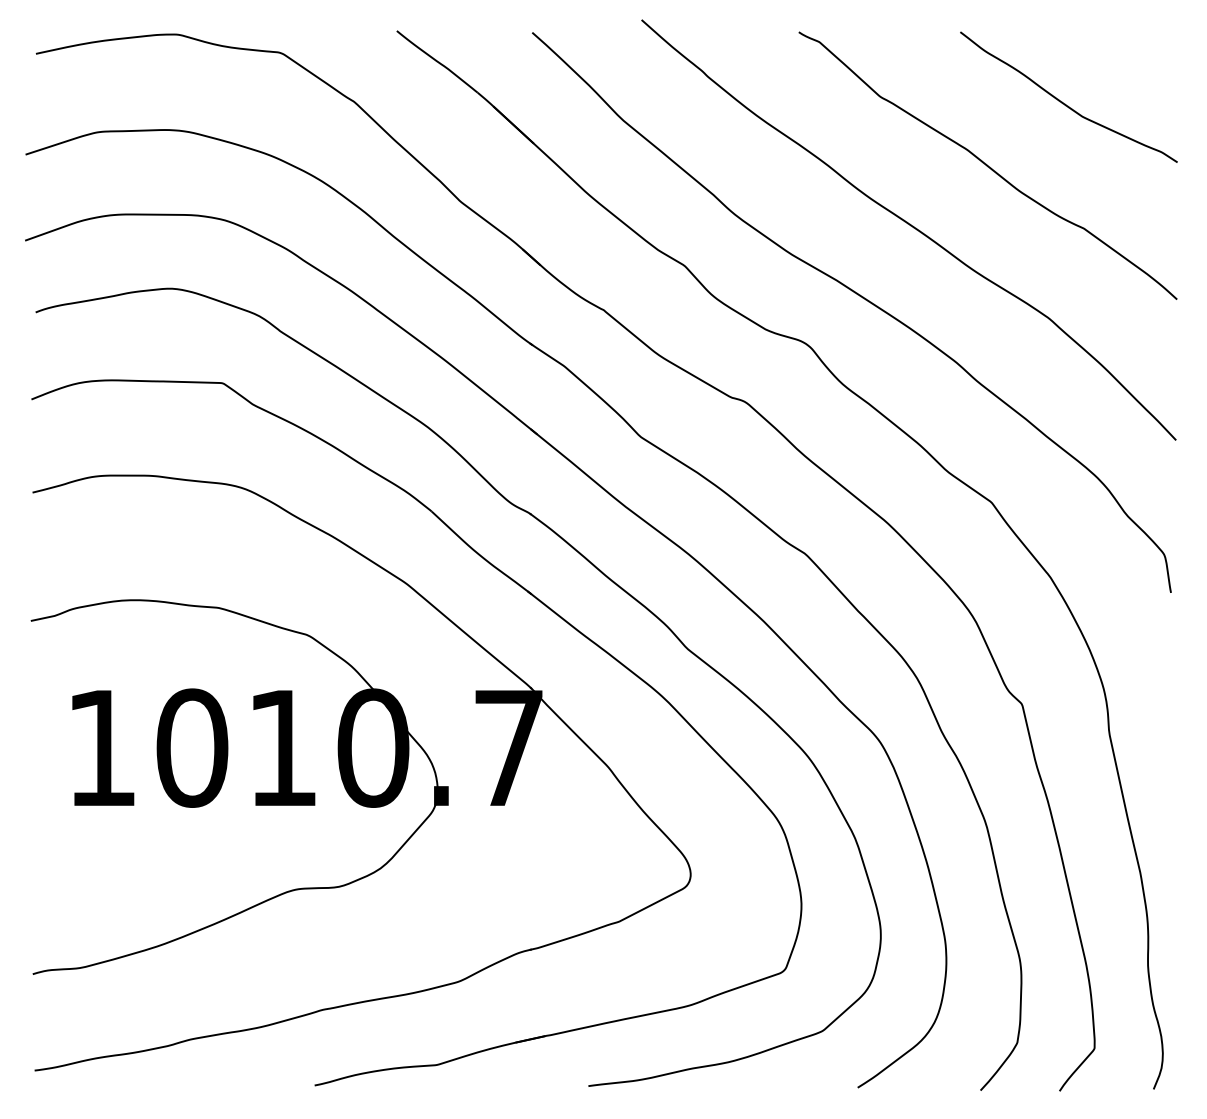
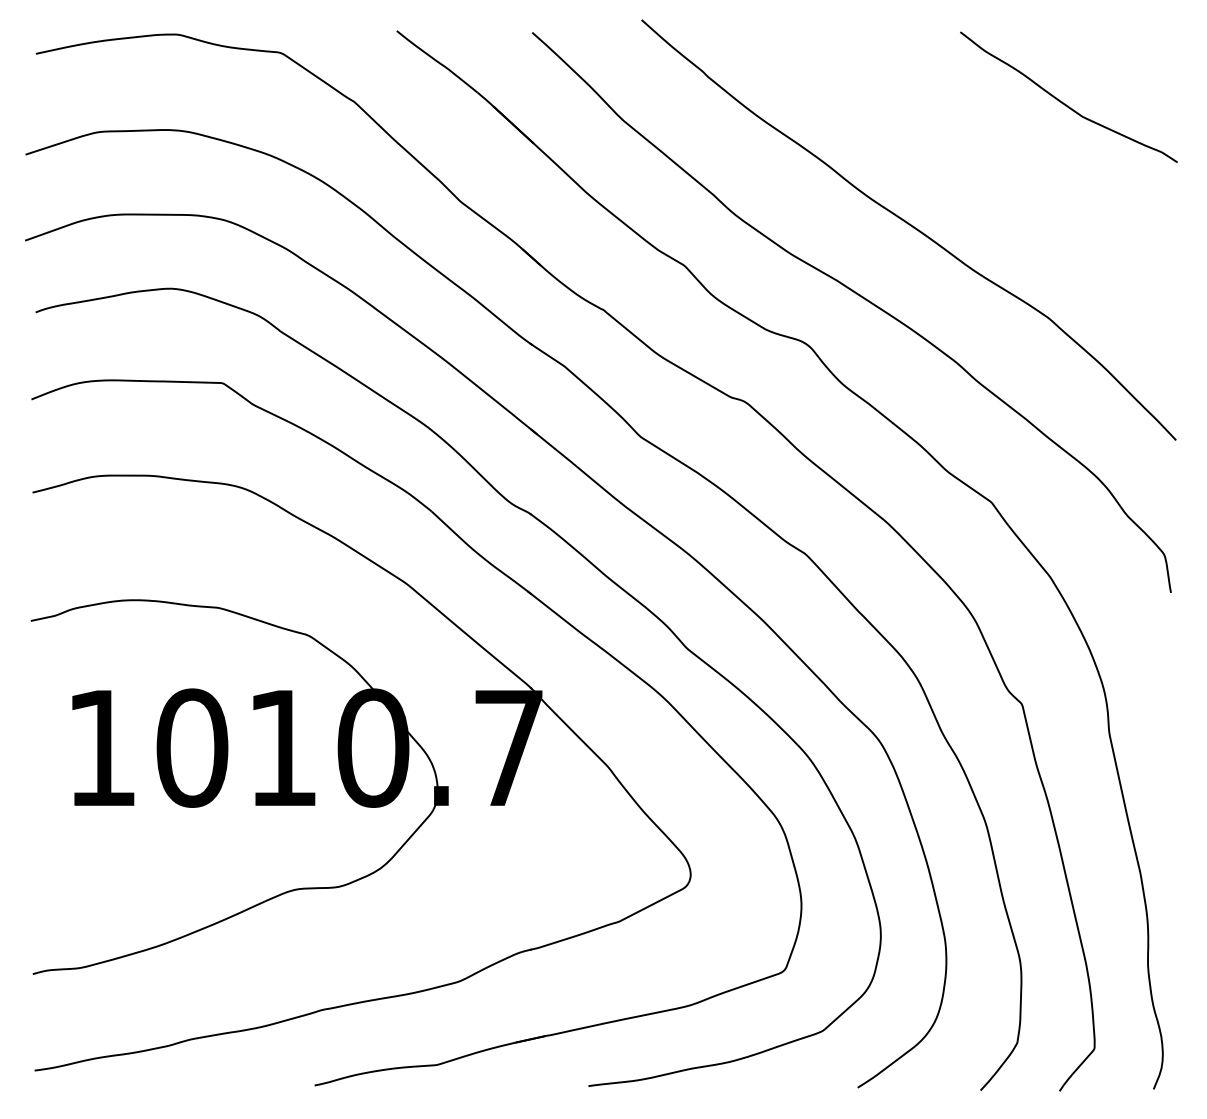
curve at (987, 165): present -> none
